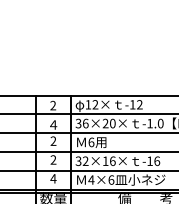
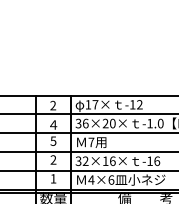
text at (95, 104): 12× -> 17×
text at (53, 140): 2 -> 5
text at (91, 142): 6 -> 7
text at (53, 178): 4 -> 1
